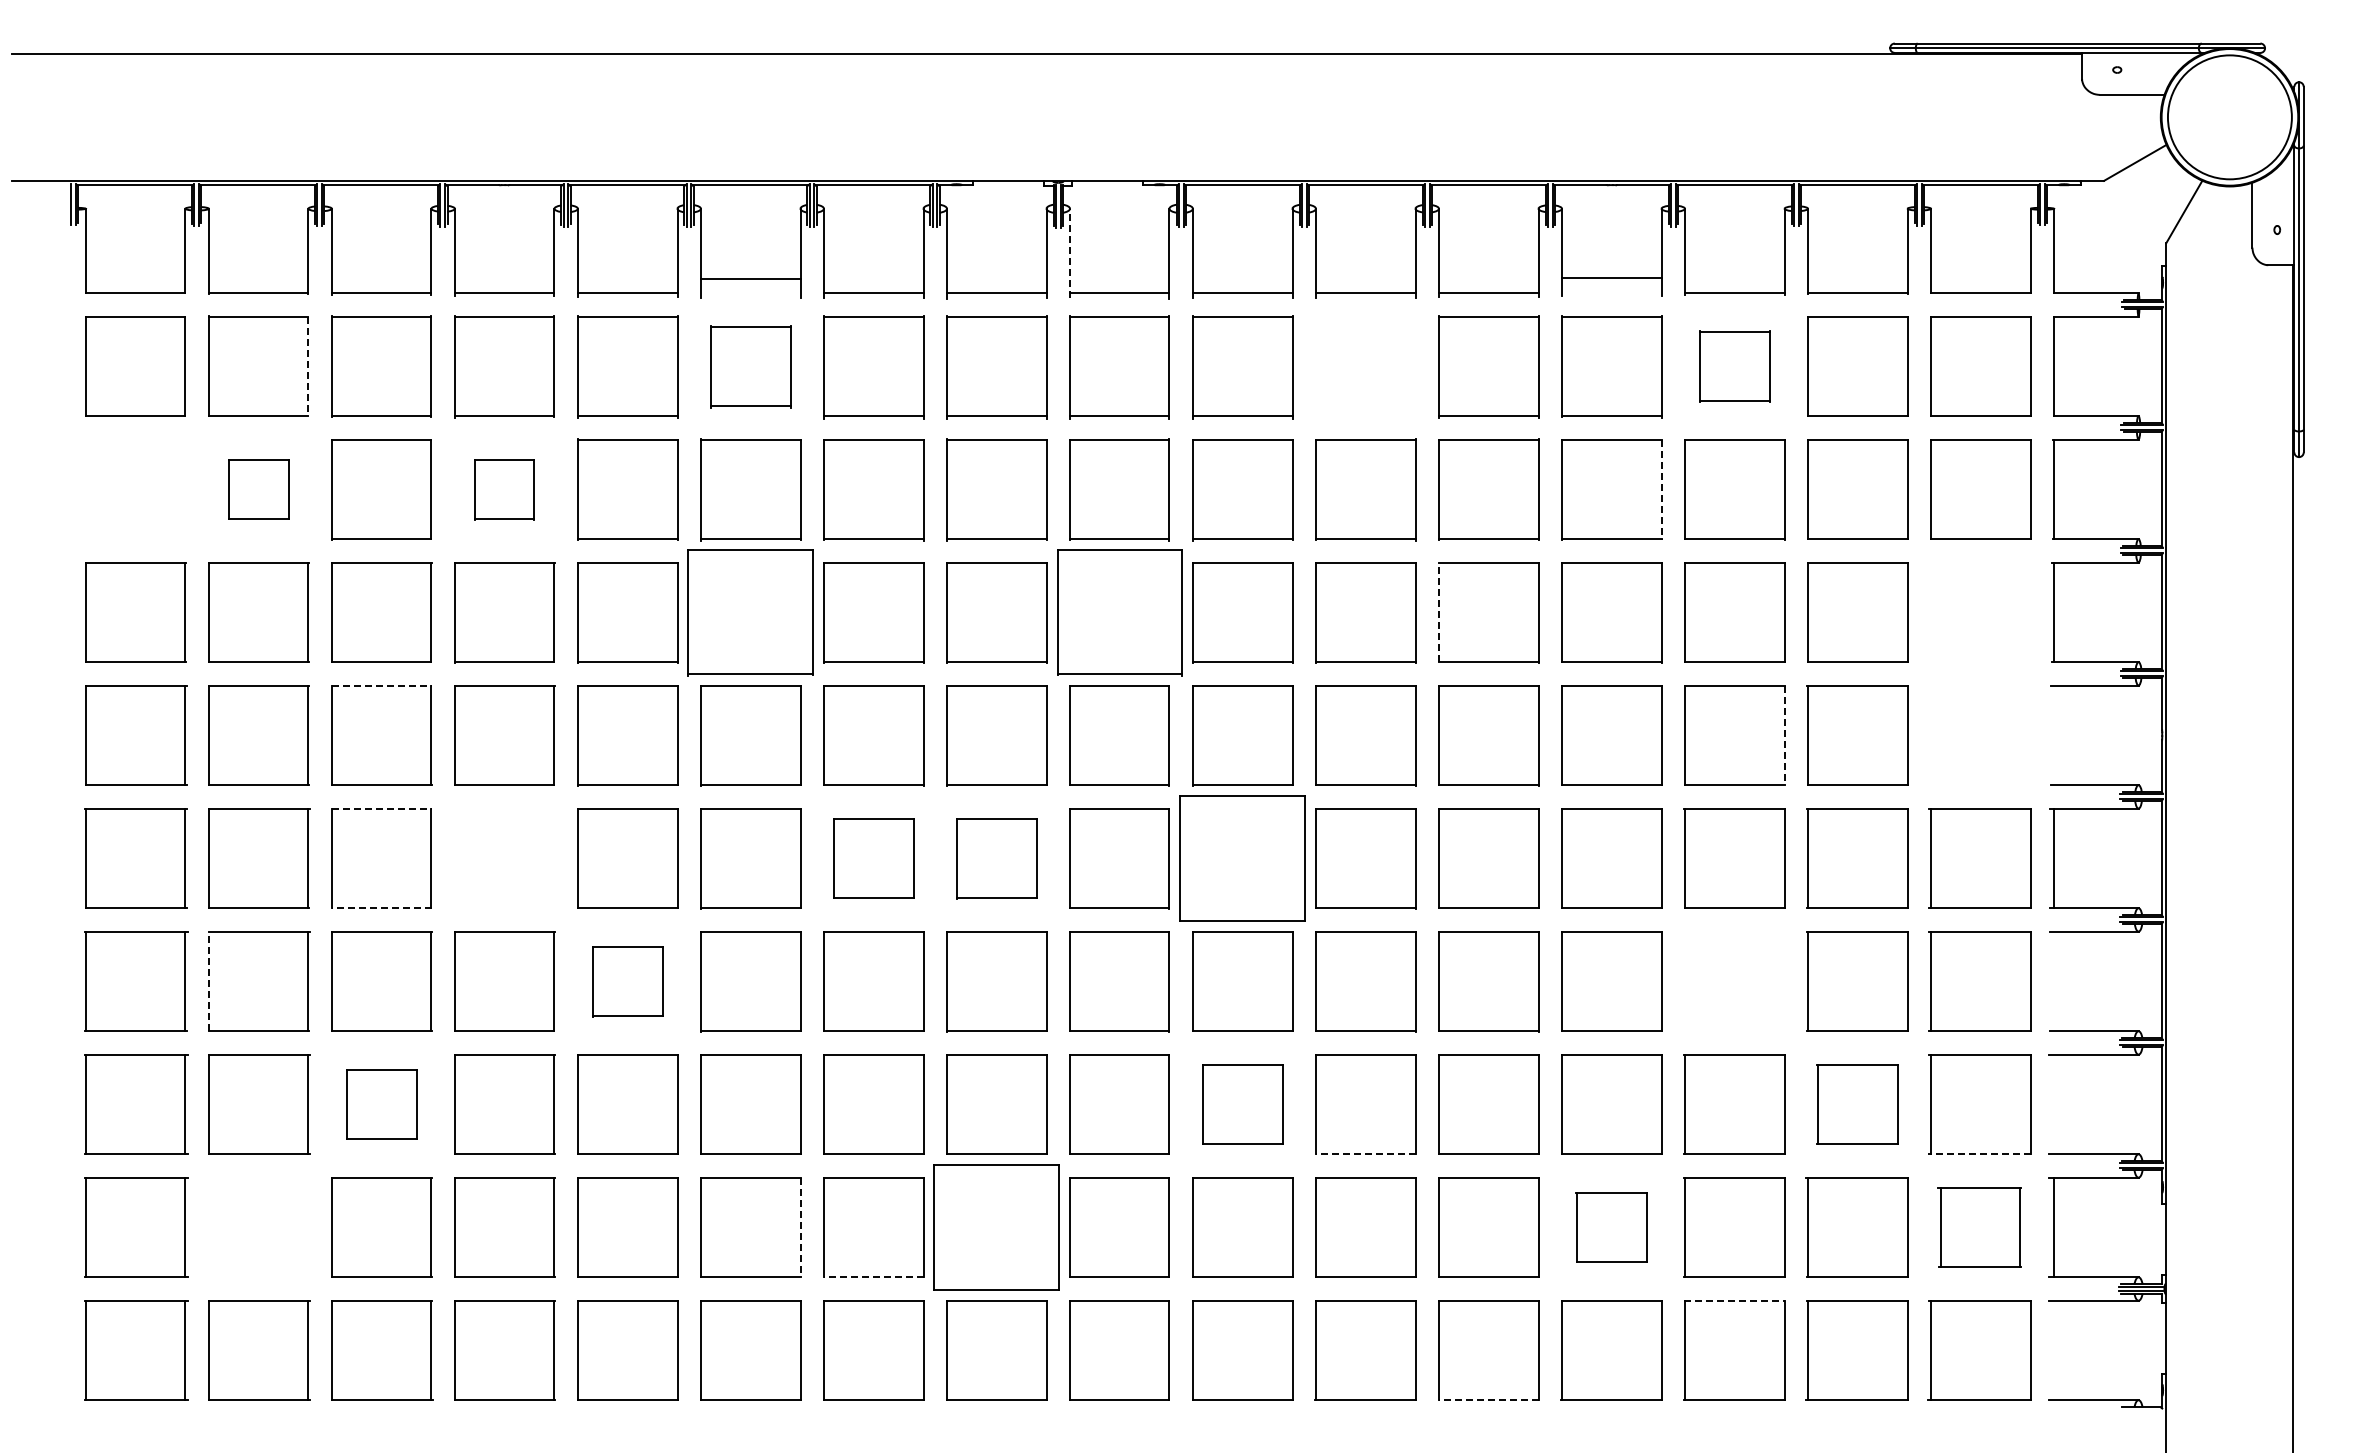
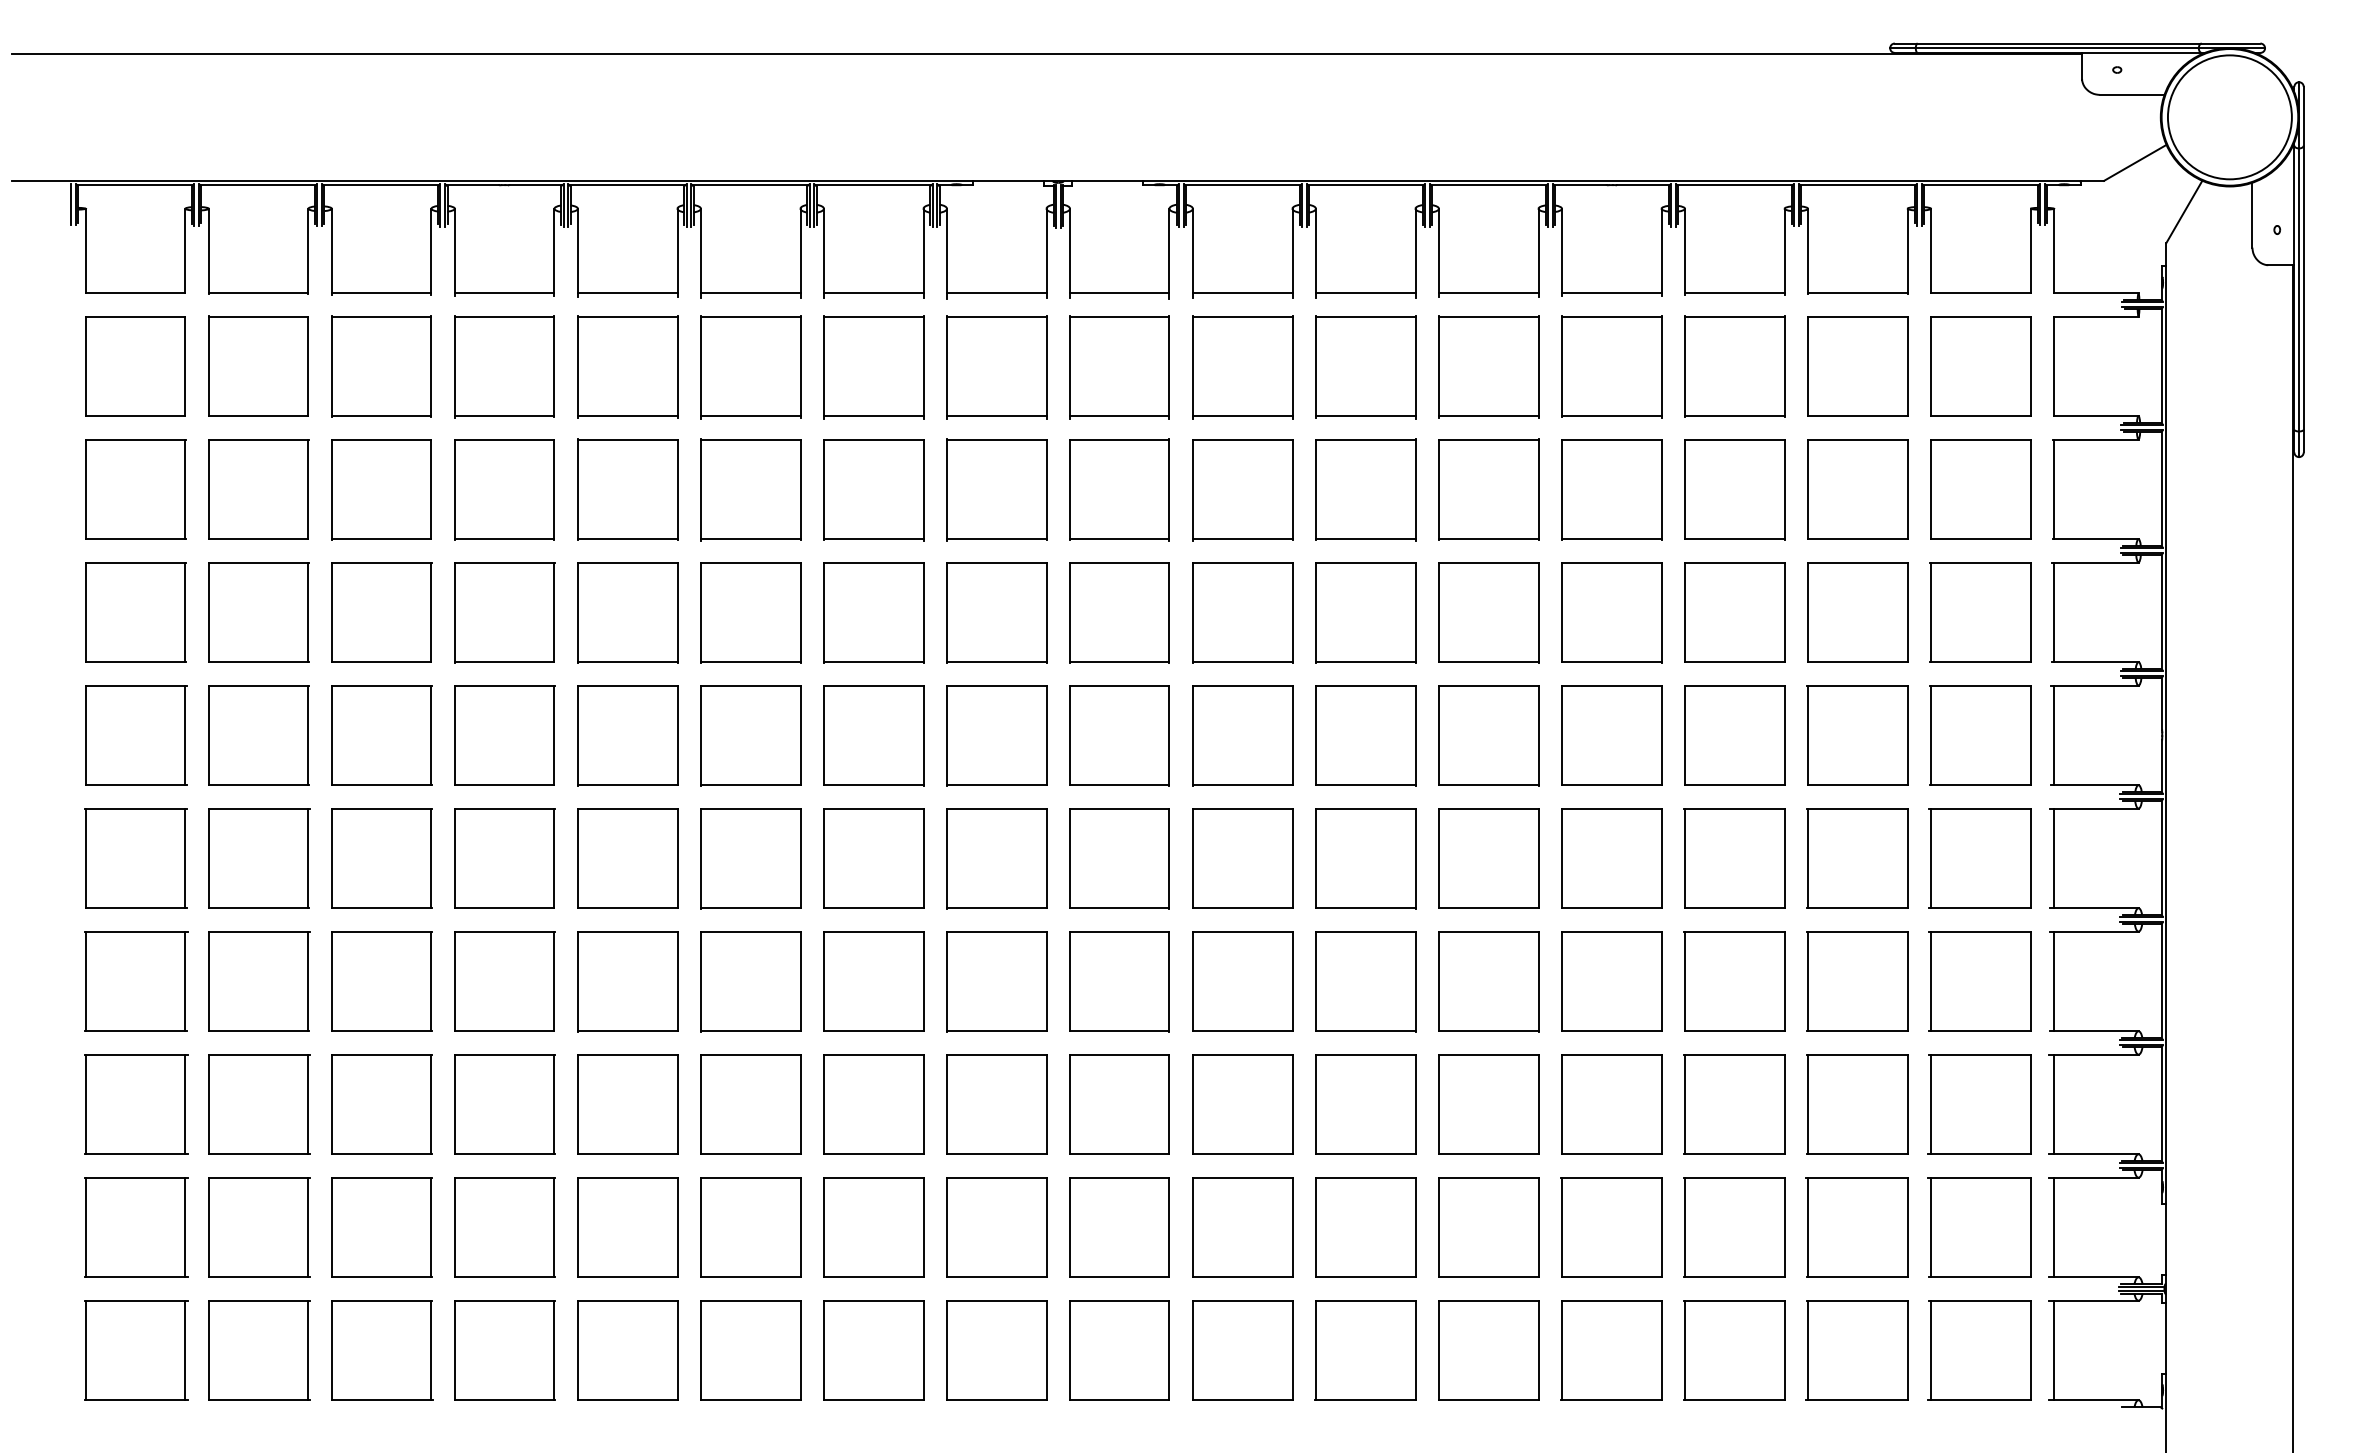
line at (1070, 253): dashed -> solid
line at (1611, 278) position: (1611, 278) -> (1611, 293)
line at (750, 279) position: (750, 279) -> (750, 293)
line at (308, 366): dashed -> solid
part at (750, 366) size: 82x84 px -> 102x105 px
part at (1734, 366) size: 72x73 px -> 102x103 px
part at (1365, 367): none -> present
part at (135, 489): none -> present
part at (258, 489) size: 62x61 px -> 102x101 px
part at (504, 489) size: 61x62 px -> 101x102 px
line at (1661, 490): dashed -> solid
part at (750, 612) size: 127x128 px -> 102x102 px
part at (1119, 612) size: 126x128 px -> 101x102 px
line at (1438, 612): dashed -> solid
part at (1980, 612): none -> present
line at (382, 685): dashed -> solid
line at (1784, 735): dashed -> solid
part at (1980, 735): none -> present
line at (2054, 735): none -> present
line at (382, 808): dashed -> solid
part at (504, 858): none -> present
part at (873, 858) size: 82x81 px -> 102x101 px
part at (996, 858) size: 82x82 px -> 102x102 px
part at (1242, 858) size: 127x127 px -> 102x101 px
line at (381, 908): dashed -> solid
line at (208, 981): dashed -> solid
part at (627, 981) size: 72x72 px -> 102x102 px
part at (1734, 981): none -> present
line at (2054, 981): none -> present
part at (381, 1104) size: 72x71 px -> 102x101 px
part at (1242, 1104) size: 82x81 px -> 102x101 px
part at (1857, 1104) size: 83x81 px -> 103x101 px
line at (2054, 1104): none -> present
line at (1365, 1154): dashed -> solid
line at (1979, 1154): dashed -> solid
part at (259, 1227): none -> present
line at (800, 1227): dashed -> solid
part at (996, 1227) size: 127x127 px -> 102x101 px
part at (1611, 1227) size: 73x71 px -> 103x101 px
part at (1979, 1227) size: 85x81 px -> 105x101 px
line at (873, 1277): dashed -> solid
line at (1735, 1300): dashed -> solid
line at (2054, 1350): none -> present
line at (1488, 1400): dashed -> solid
